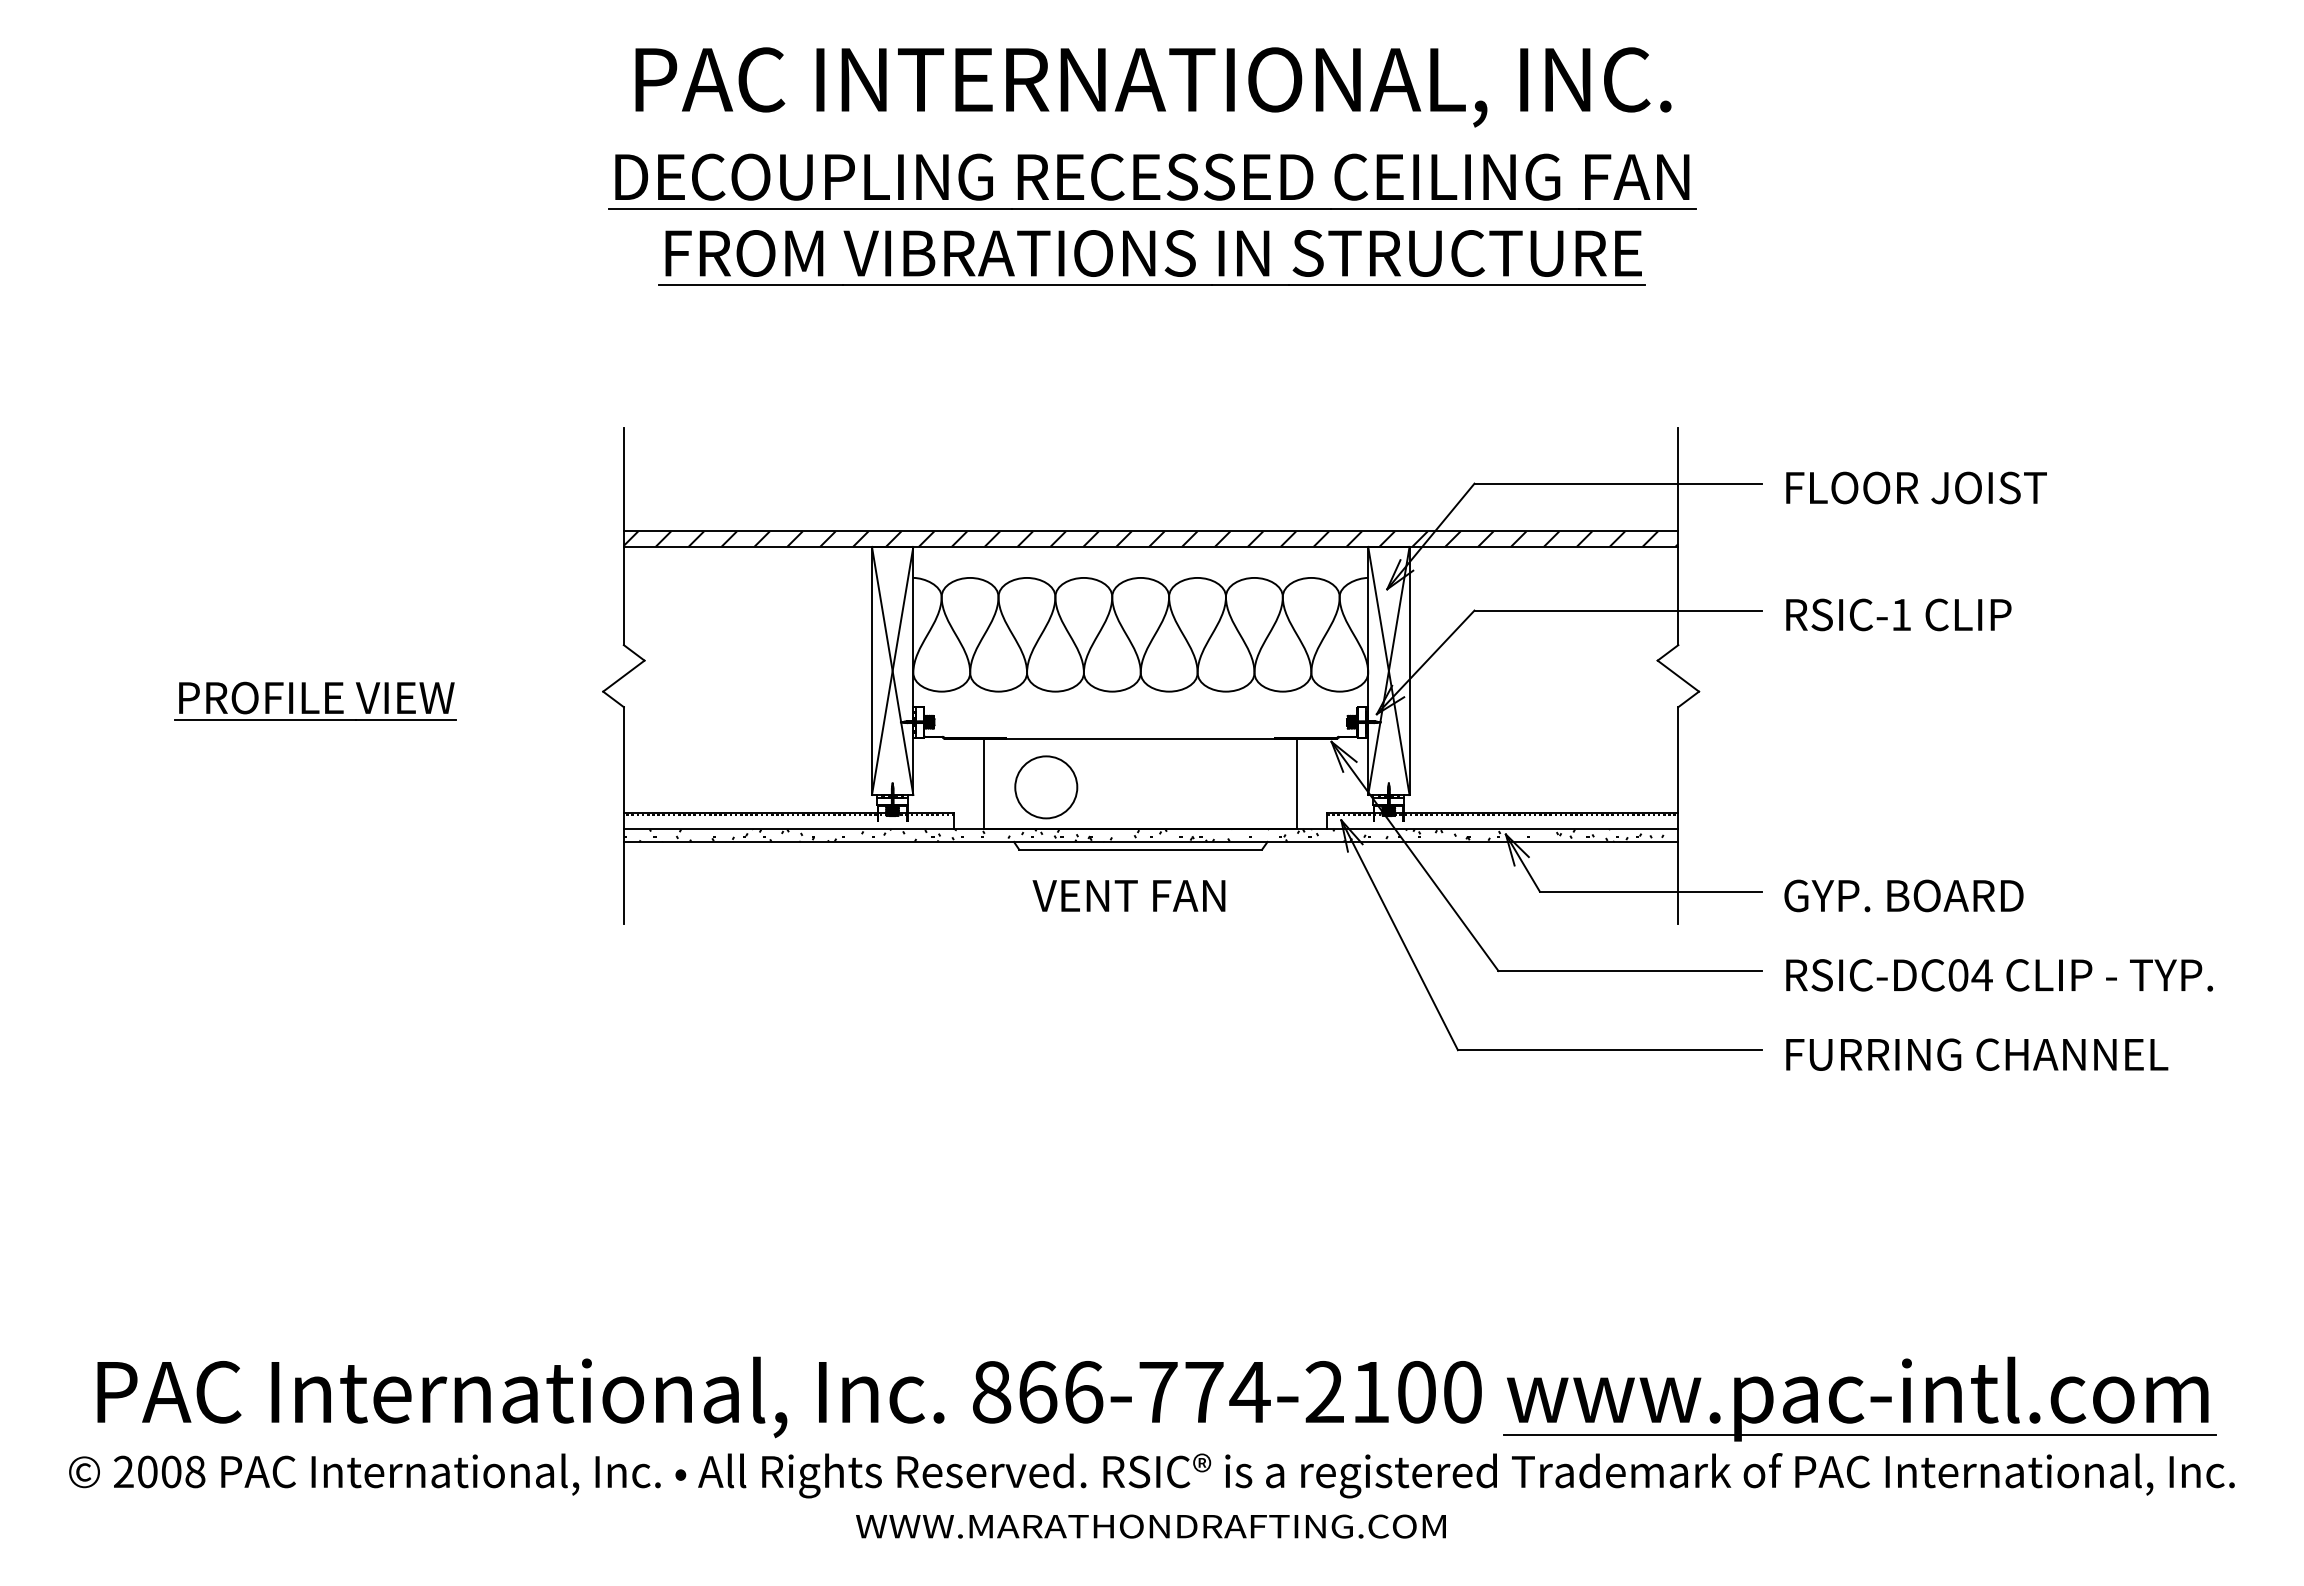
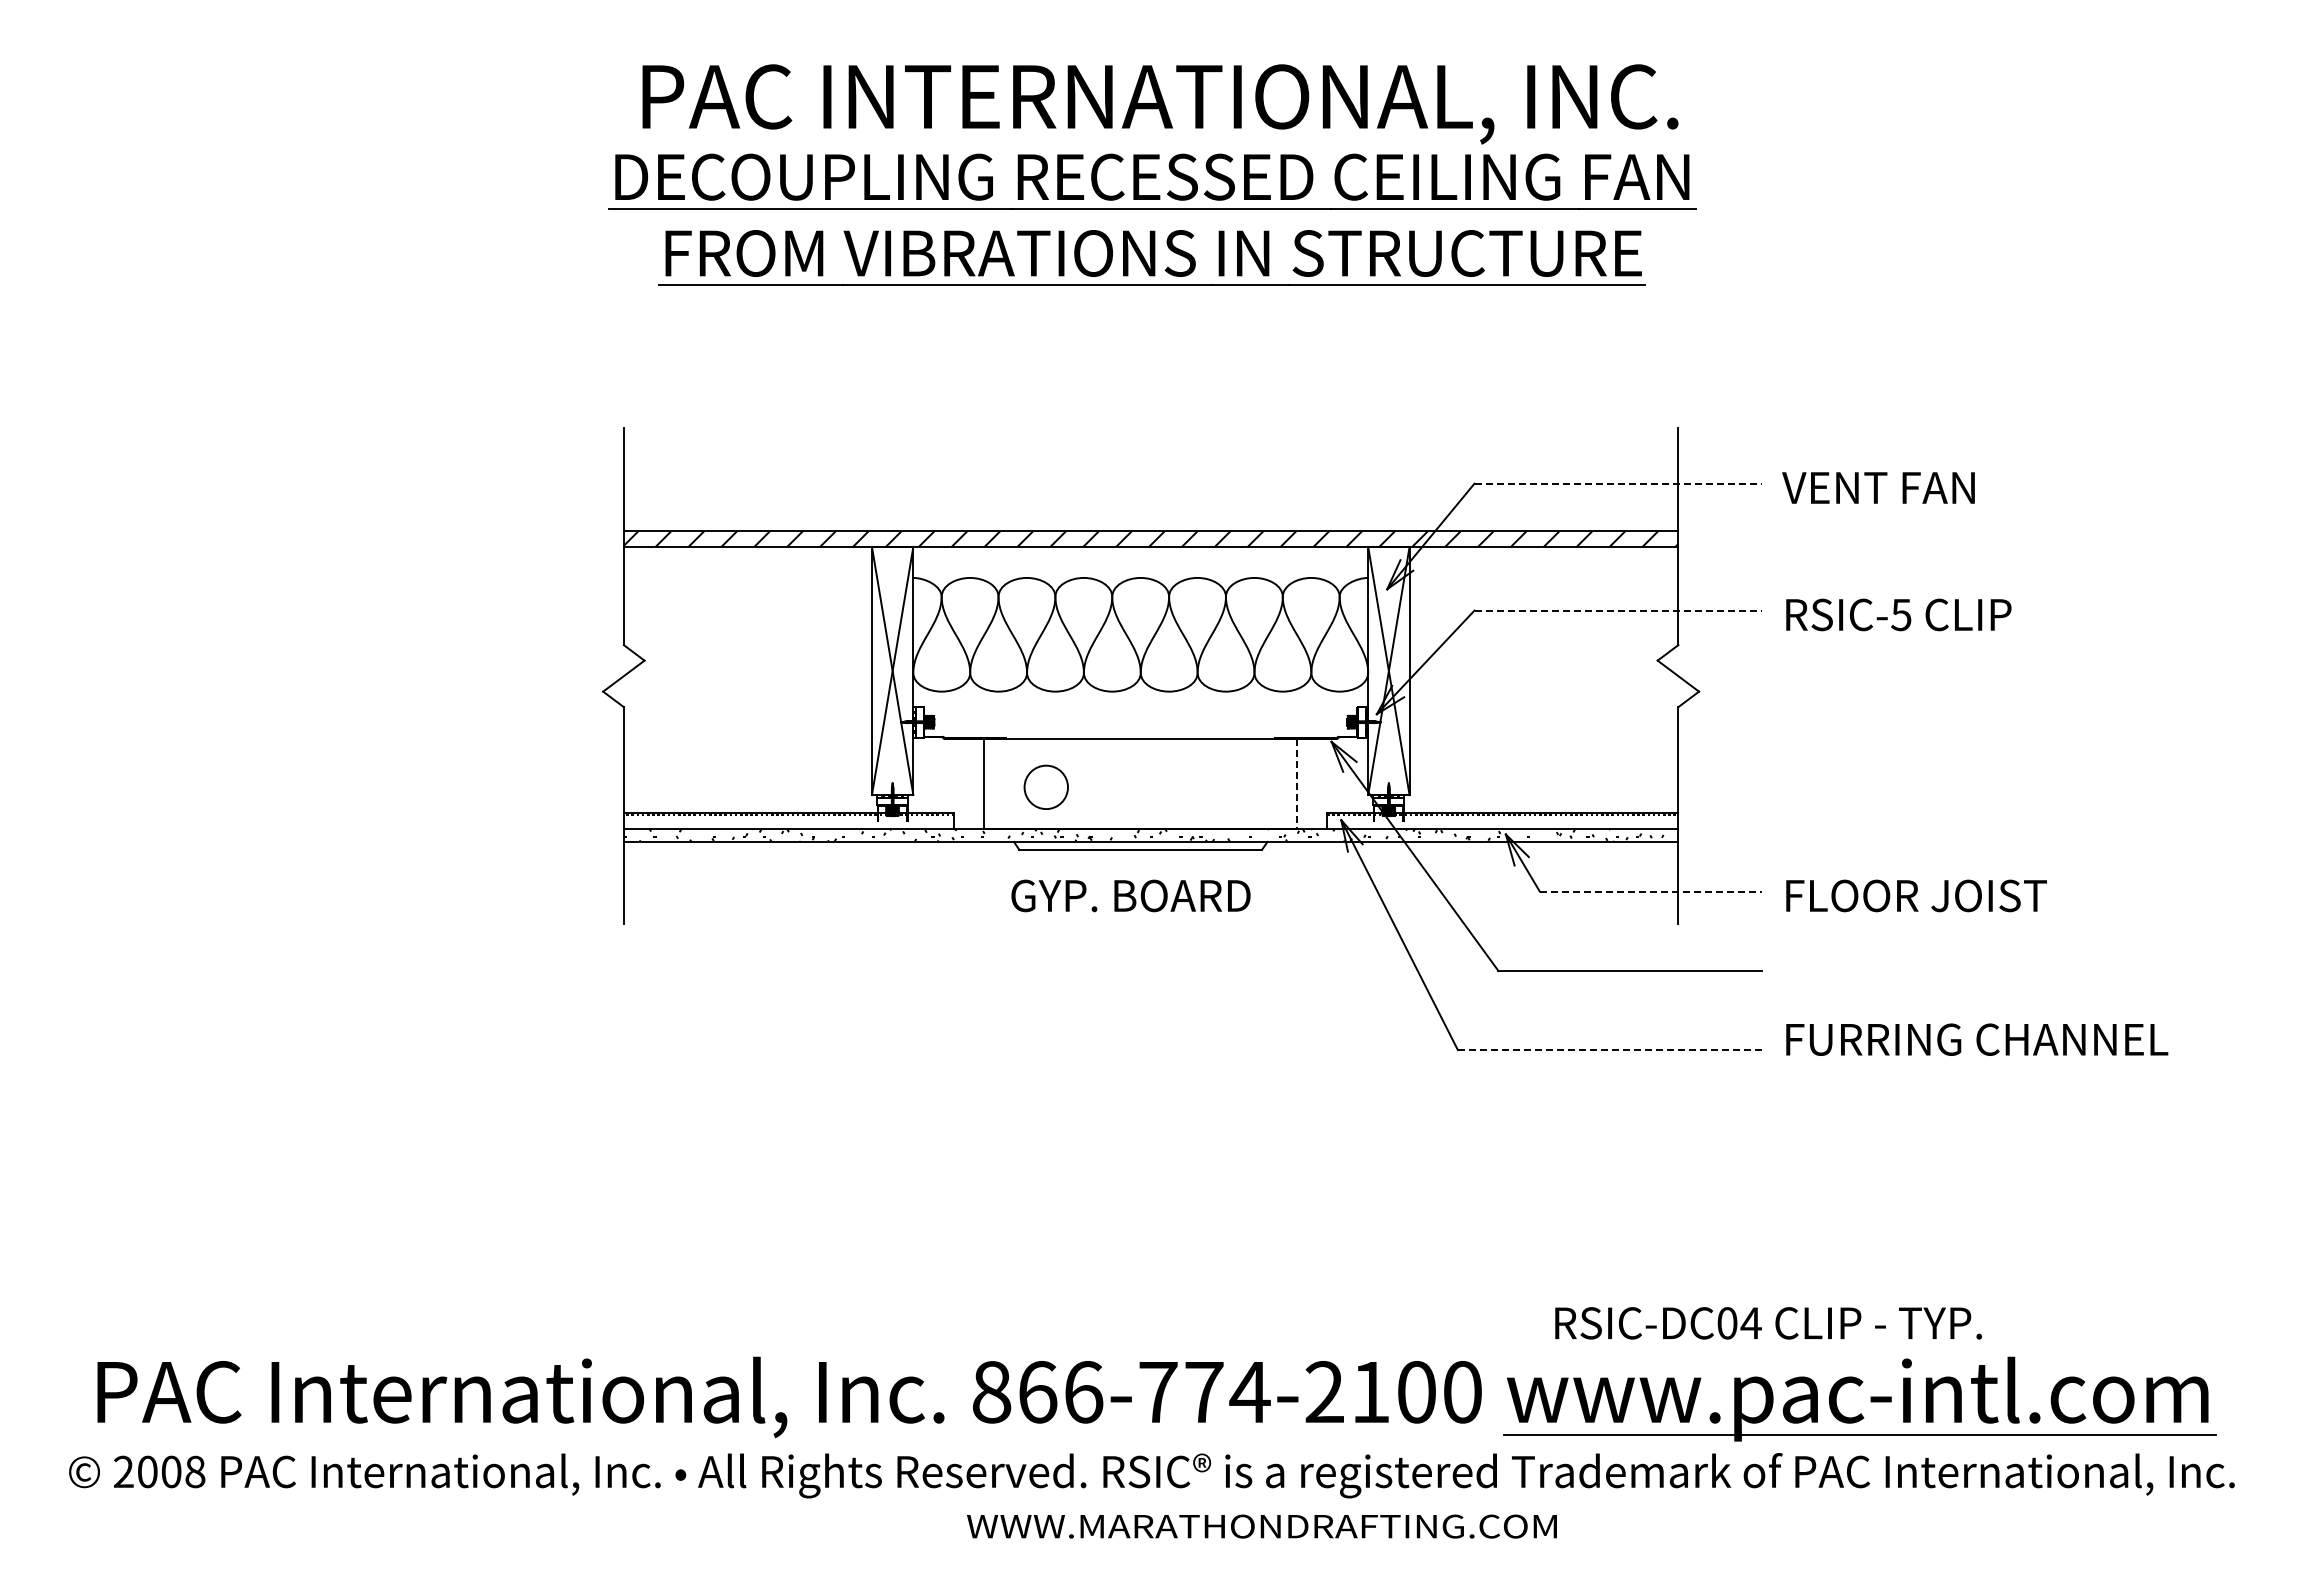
text at (1153, 87) position: (1153, 87) -> (1160, 104)
line at (1618, 483): solid -> dashed
text at (1914, 487): FLOOR JOIST -> VENT FAN
line at (1618, 610): solid -> dashed
text at (1901, 615): RSIC-1 -> RSIC-5
part at (305, 700): present -> none
line at (1297, 784): solid -> dashed
circle at (1046, 787) diameter: 62 px -> 43 px
line at (1651, 891): solid -> dashed
text at (1130, 895): VENT FAN -> GYP. BOARD
text at (1915, 895): GYP. BOARD -> FLOOR JOIST
text at (1999, 975) position: (1999, 975) -> (1768, 1323)
line at (1610, 1050): solid -> dashed
text at (1977, 1054) position: (1977, 1054) -> (1977, 1039)
text at (1150, 1526) position: (1150, 1526) -> (1261, 1526)
